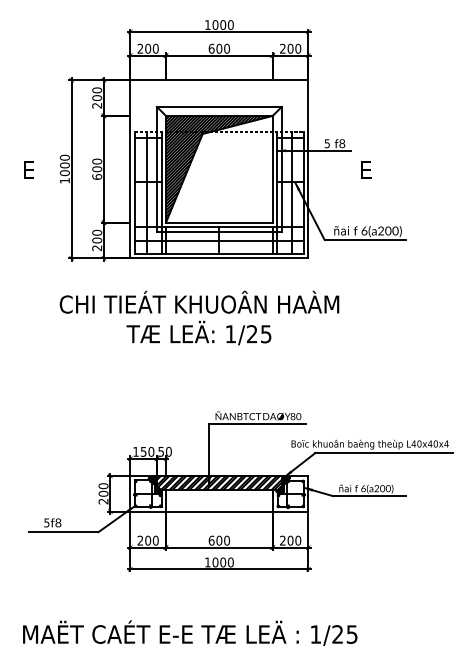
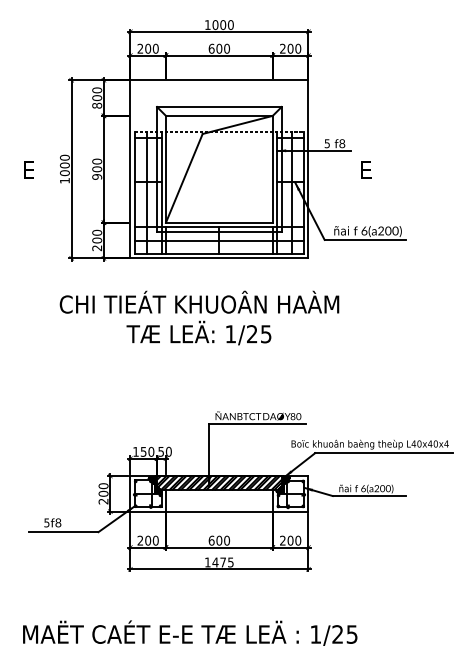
text at (97, 105): 200 -> 800
hatch at (217, 167): present -> none
text at (97, 176): 600 -> 900
text at (222, 562): 1000 -> 1475
